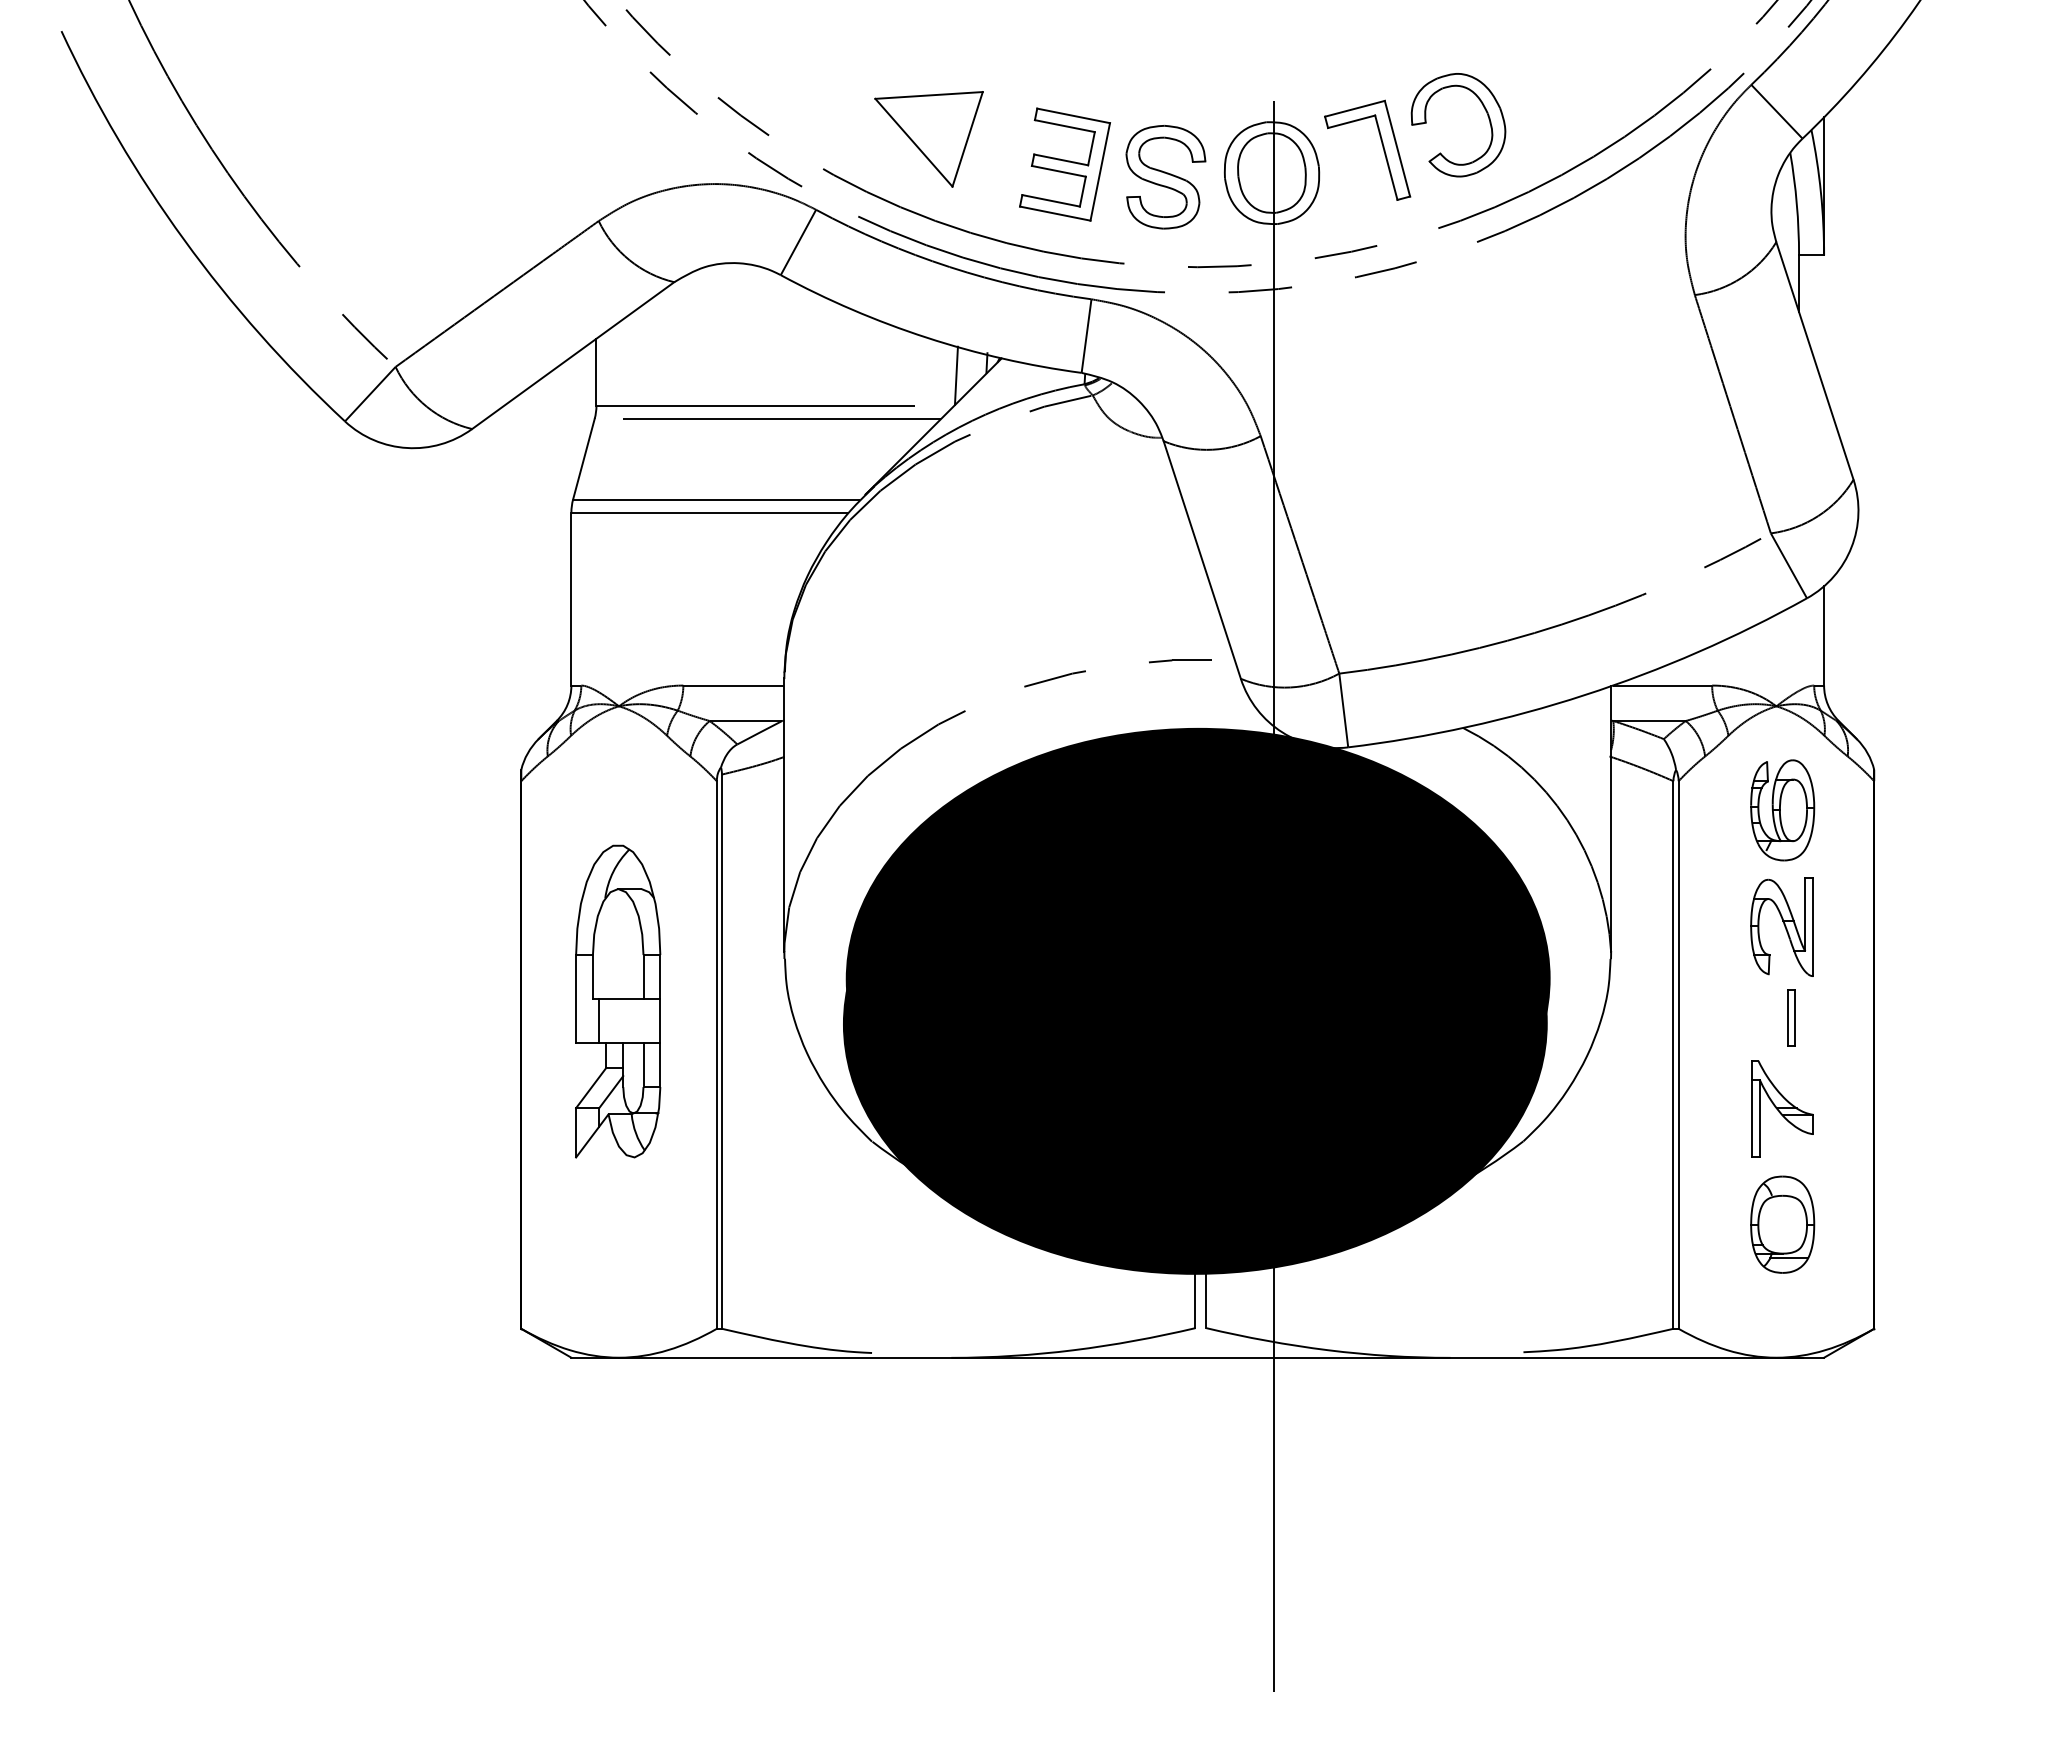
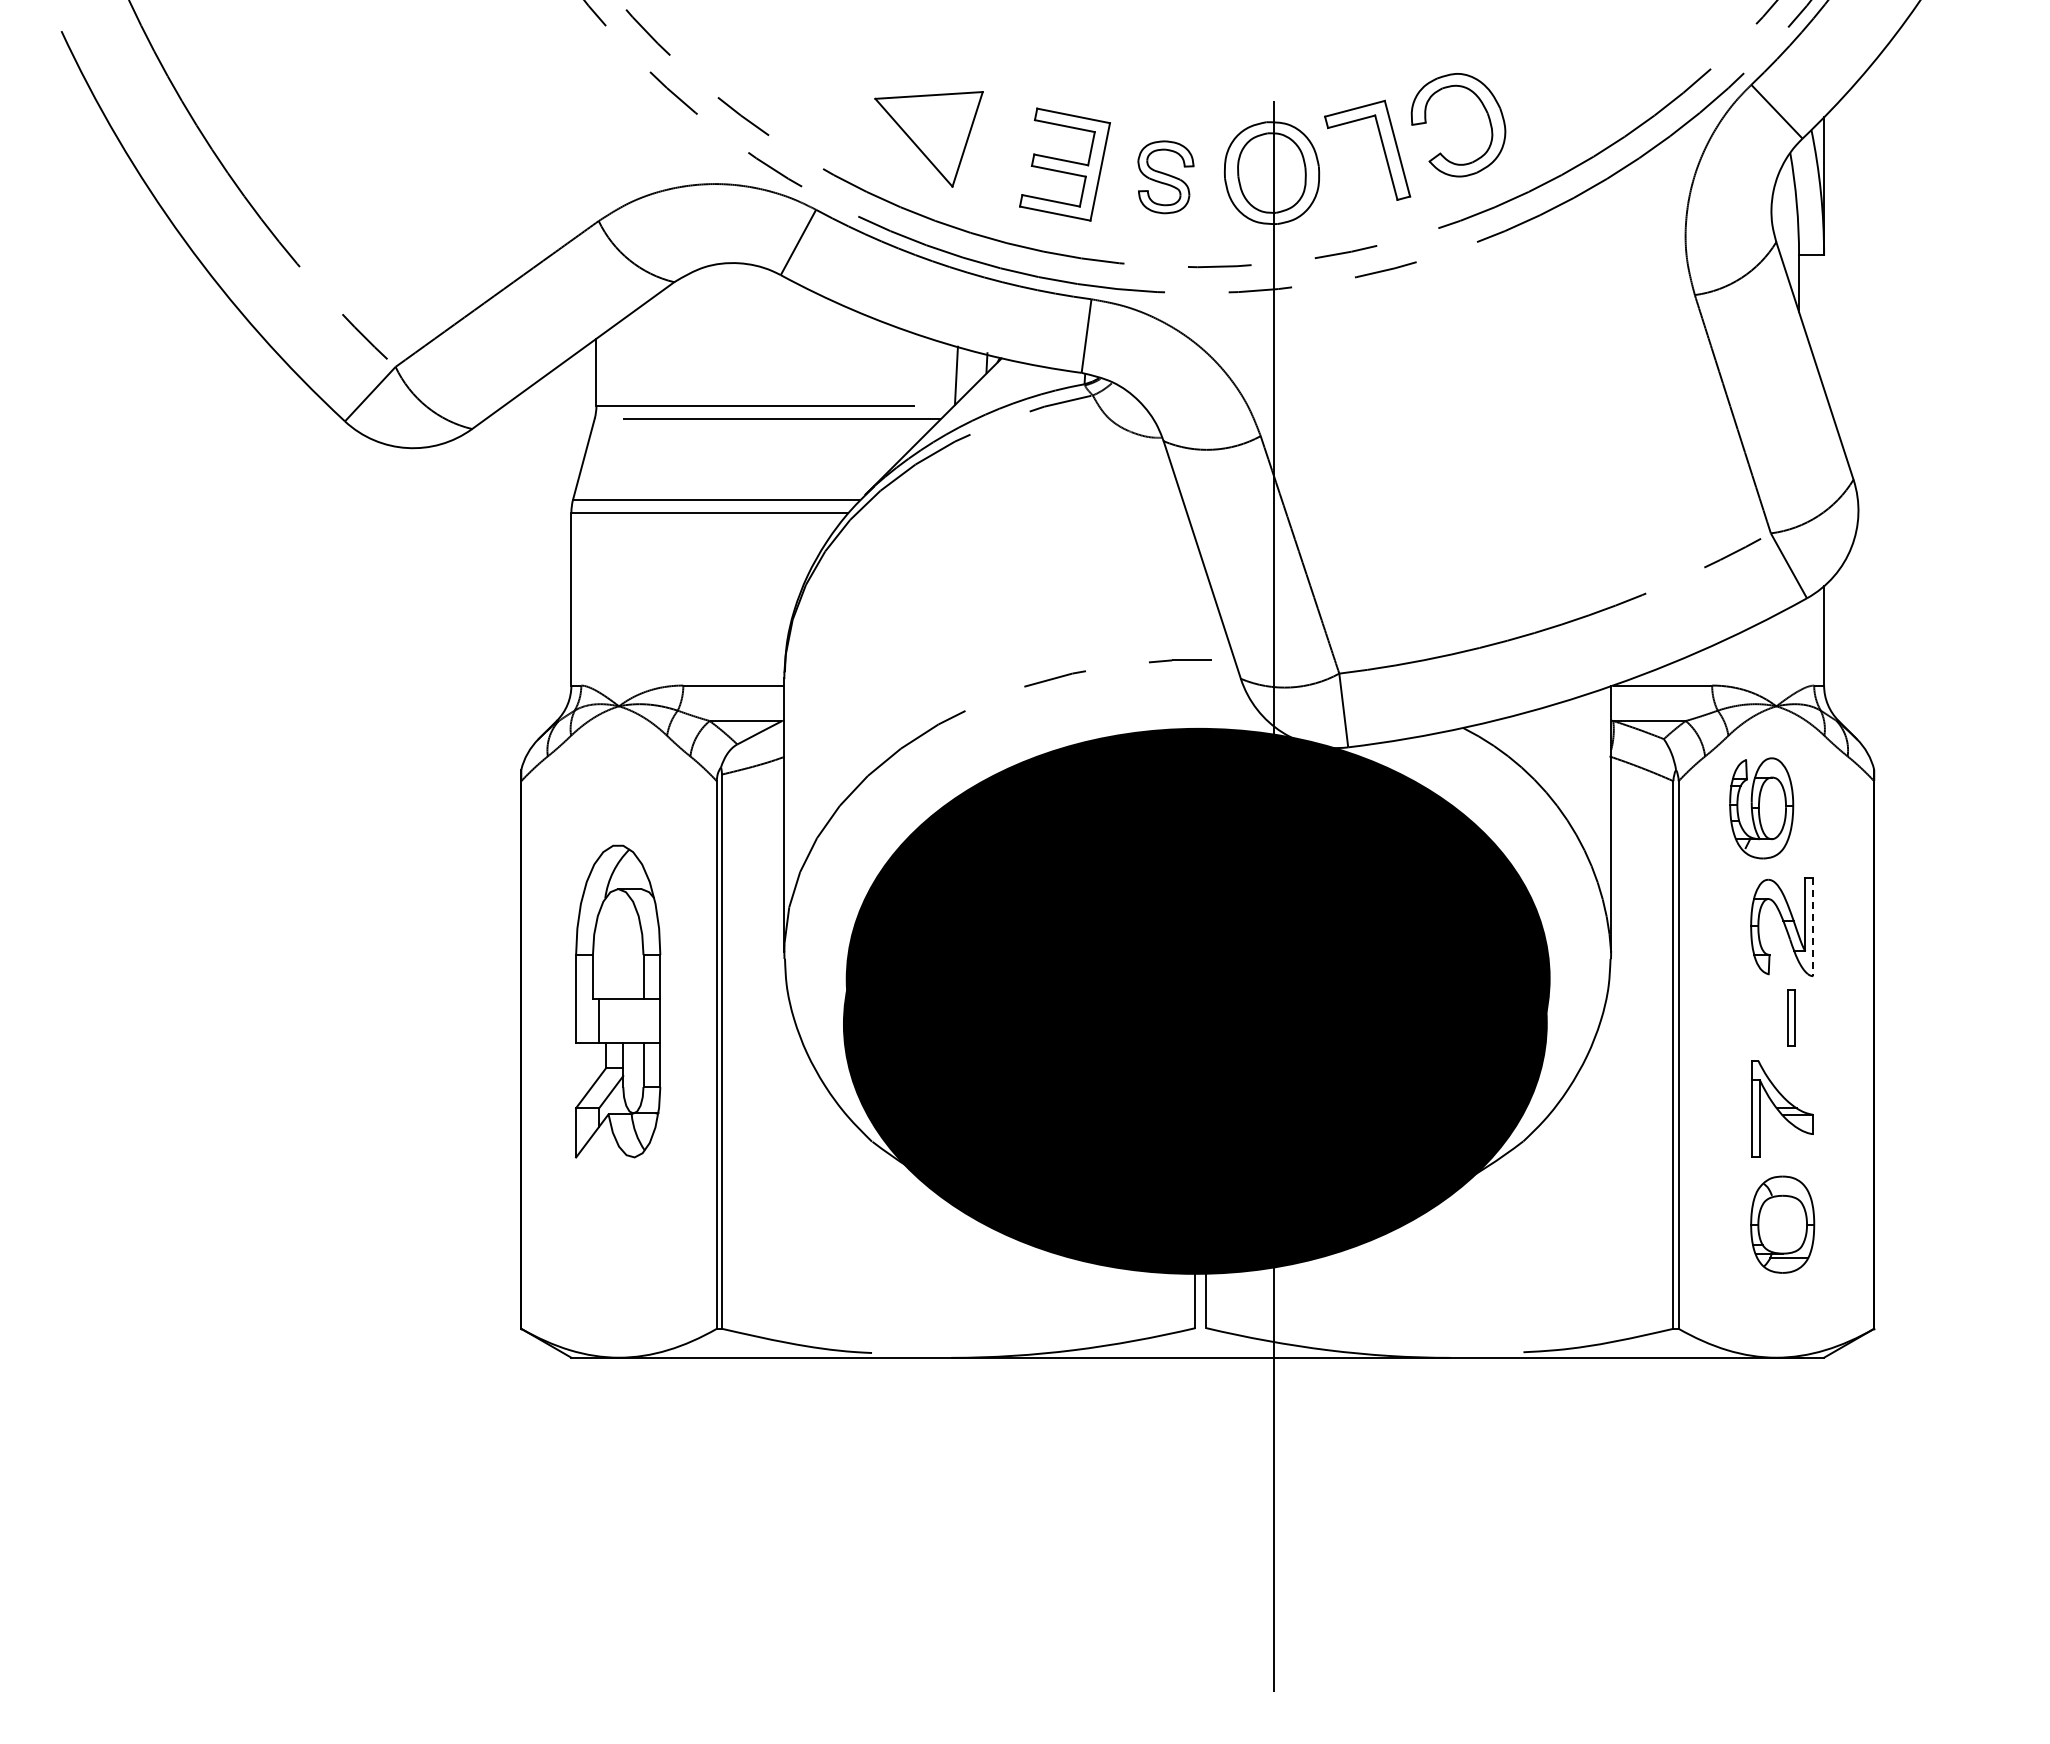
part at (1165, 177) size: 82x105 px -> 58x75 px
part at (1782, 810) position: (1782, 810) -> (1761, 808)
line at (1813, 927): solid -> dashed
